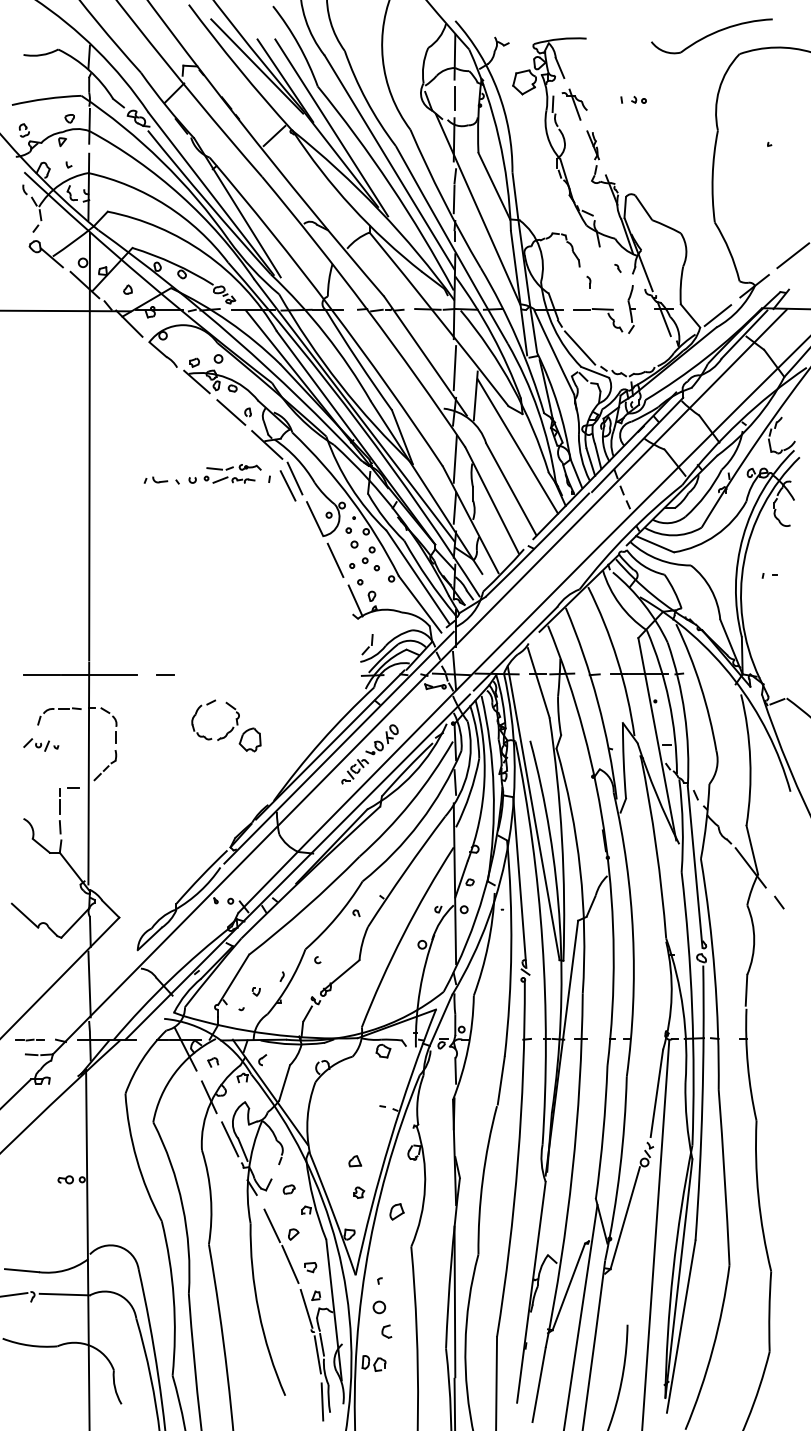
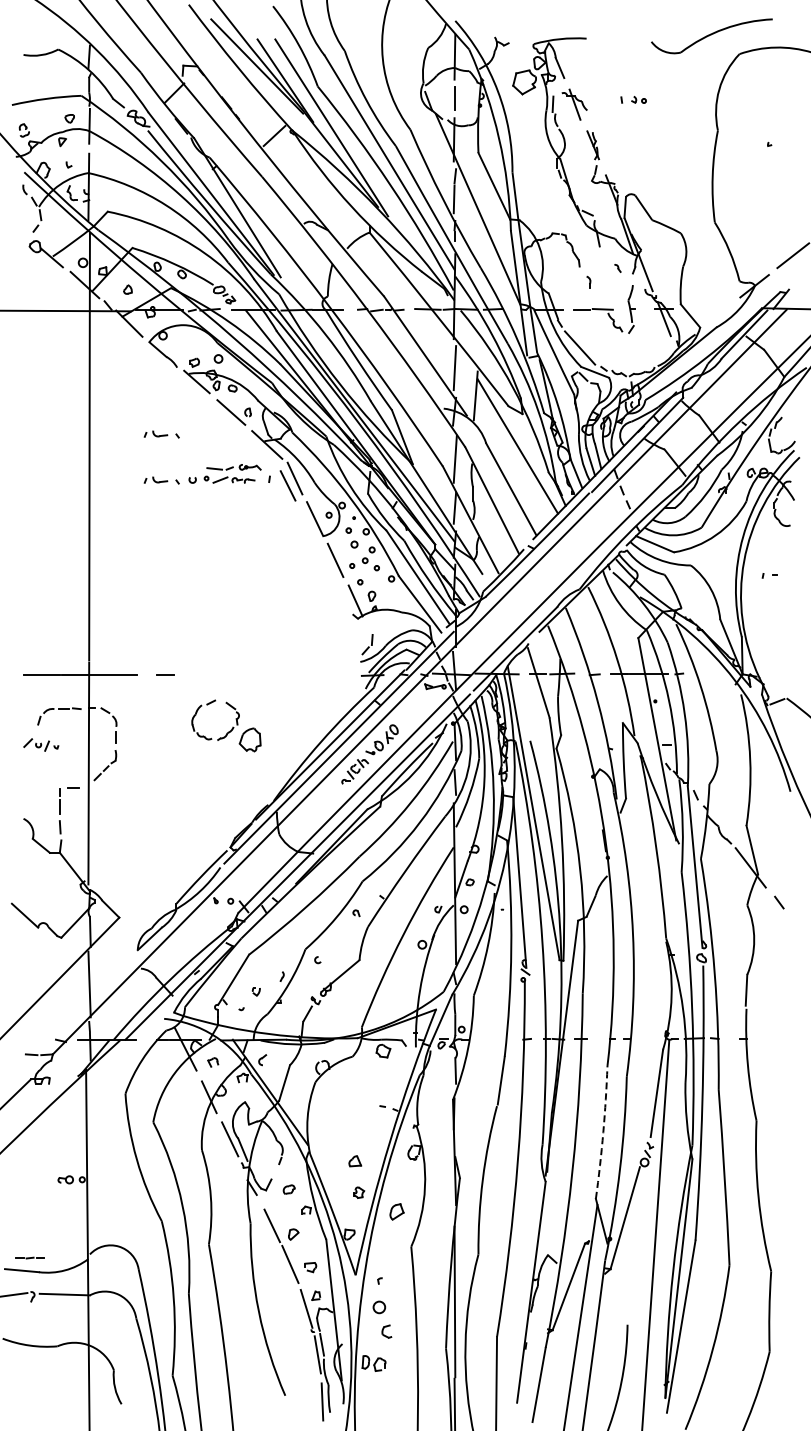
line at (717, 315): present -> none
part at (161, 434): none -> present
part at (29, 1039) position: (29, 1039) -> (29, 1257)
arc at (603, 1132): solid -> dashed
